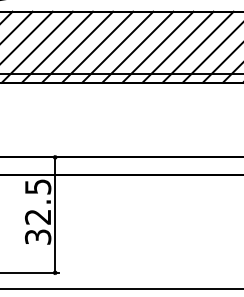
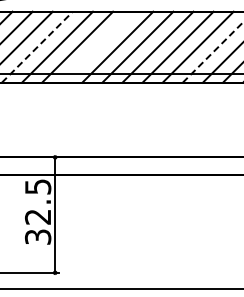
line at (37, 46): solid -> dashed
line at (97, 46): present -> none
line at (213, 51): solid -> dashed
